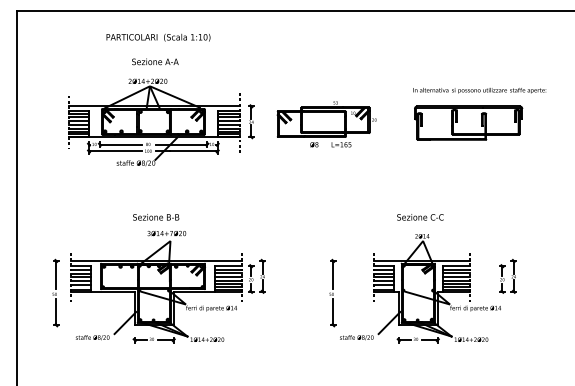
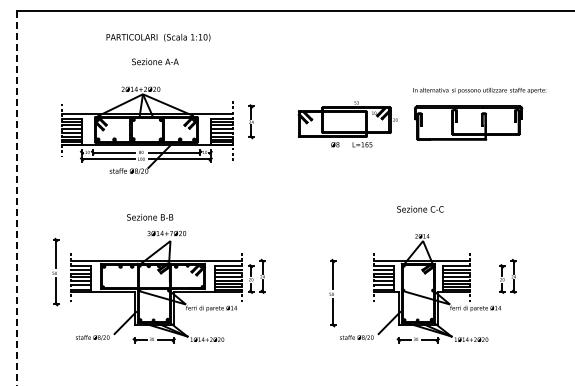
part at (154, 122) position: (154, 122) -> (147, 130)
part at (326, 124) position: (326, 124) -> (347, 124)
line at (17, 198): solid -> dashed
text at (156, 217) position: (156, 217) -> (150, 217)
text at (420, 217) position: (420, 217) -> (420, 209)
part at (55, 292) position: (55, 292) -> (55, 271)
